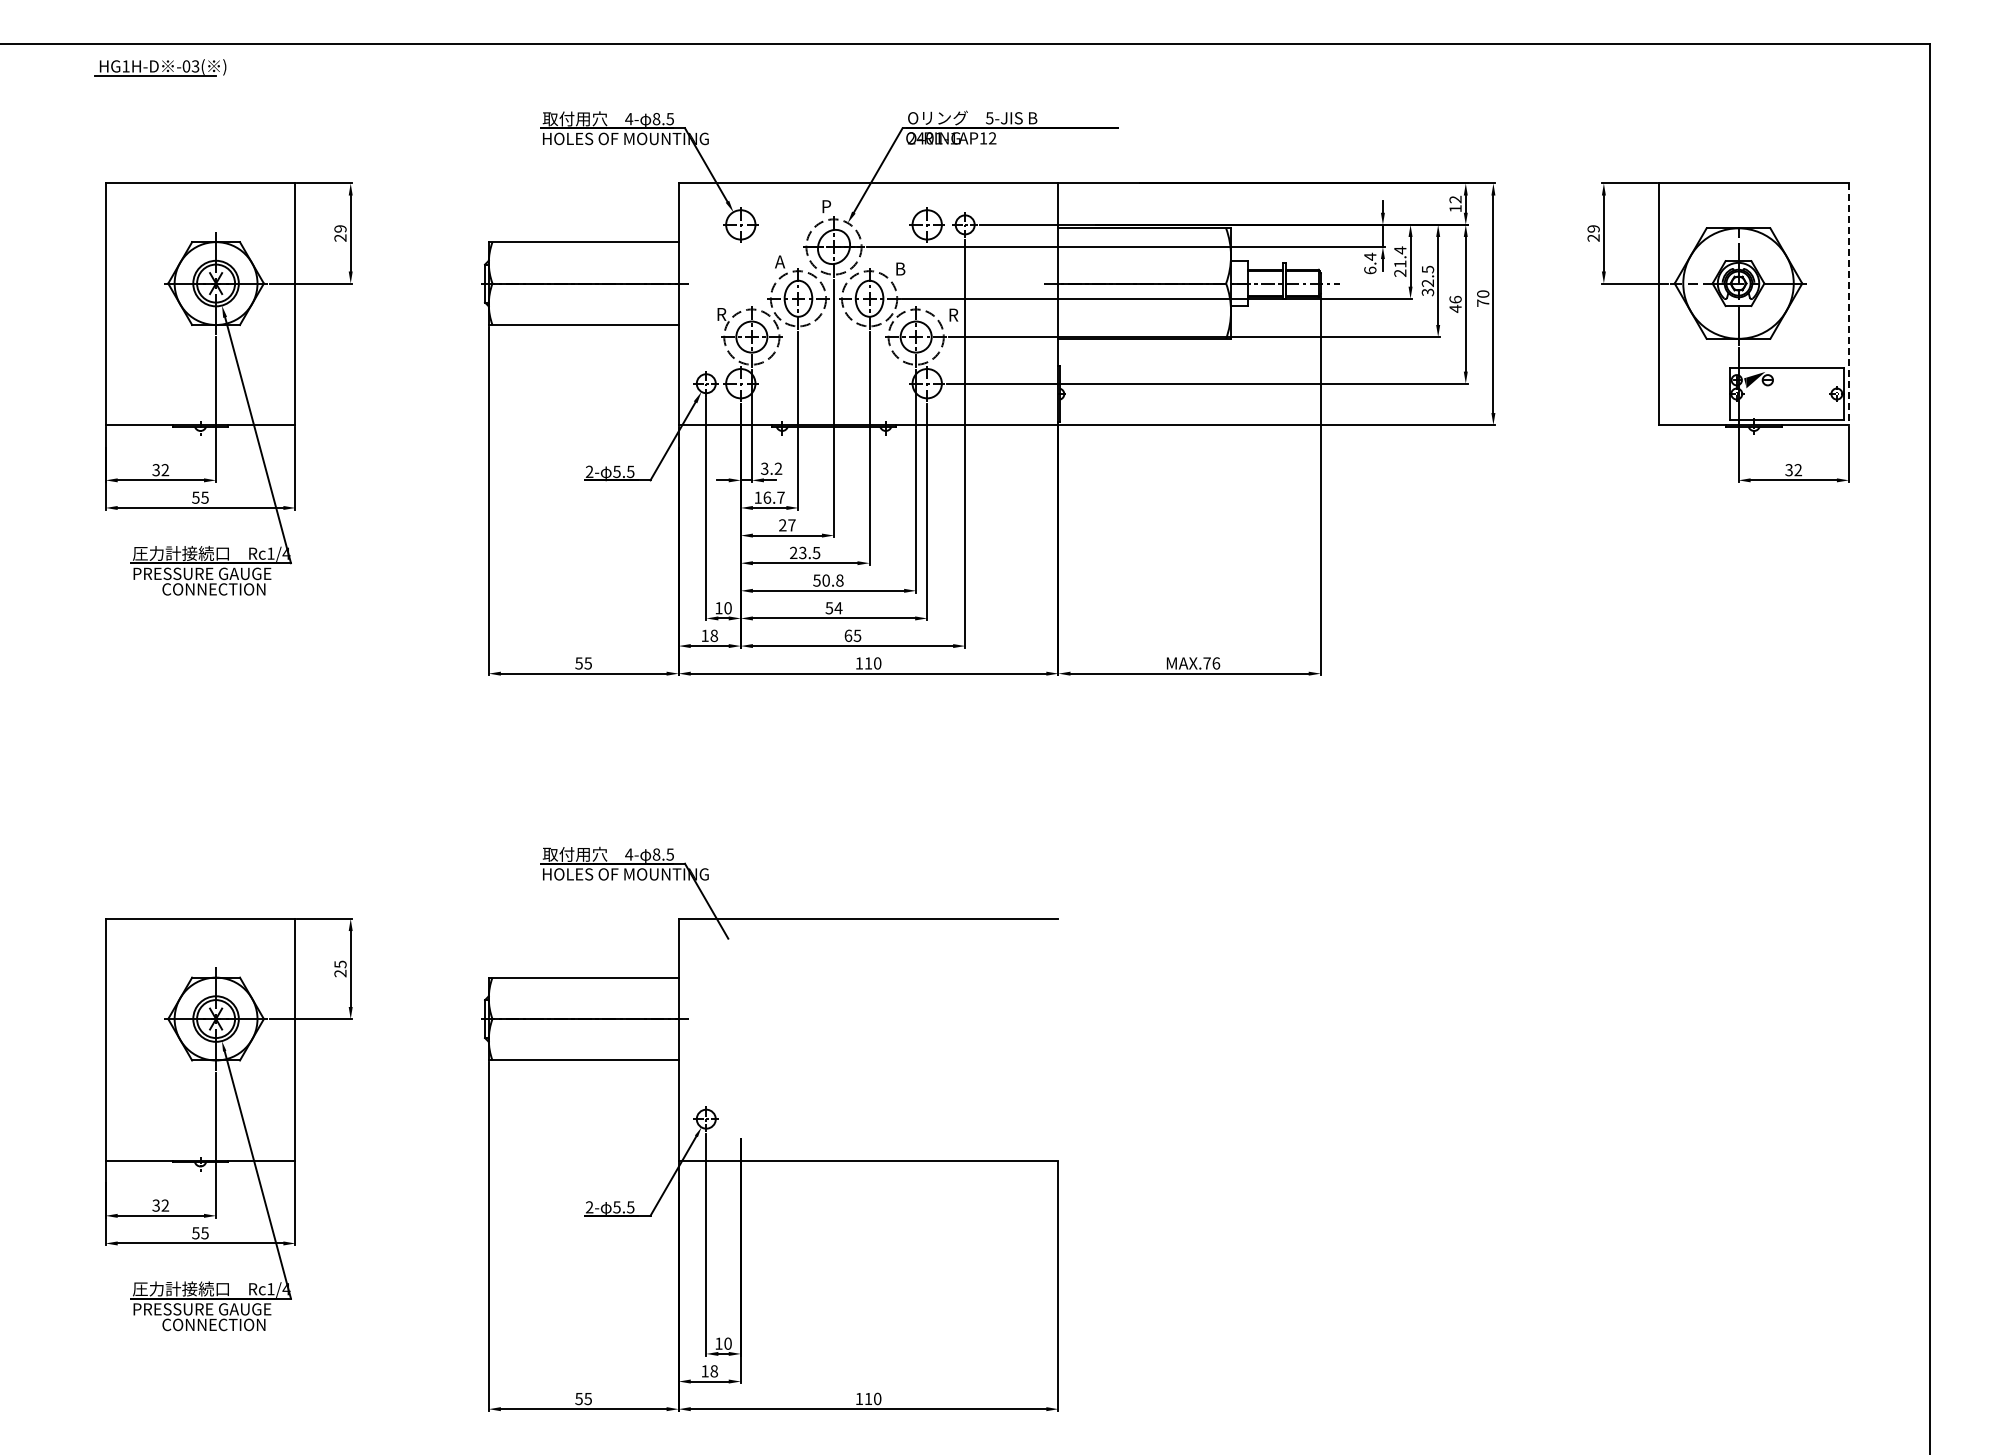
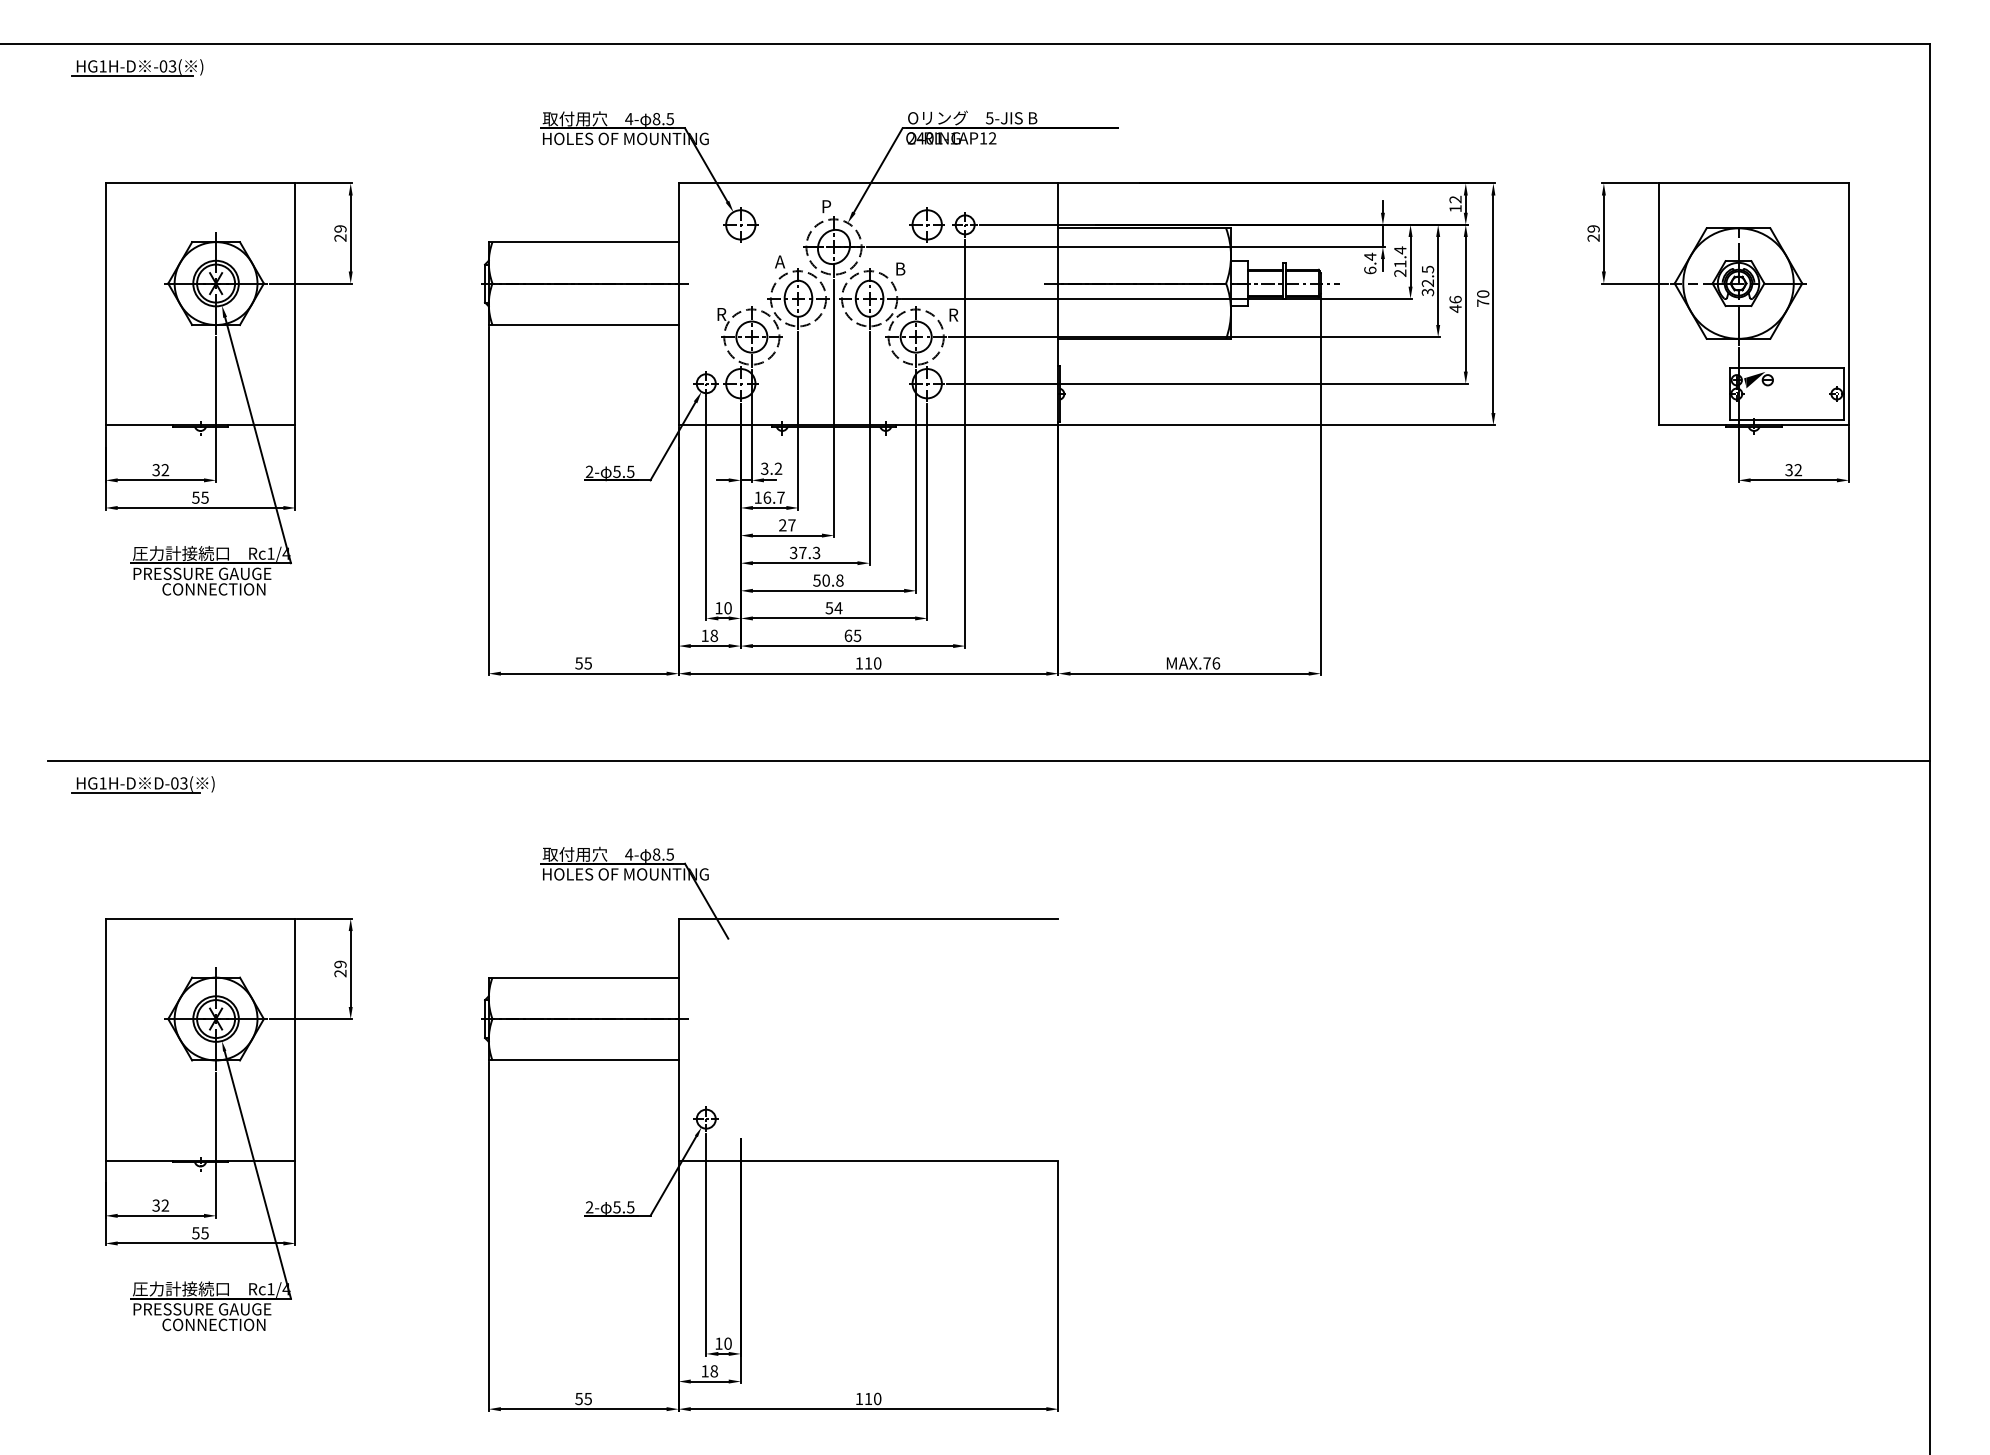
part at (160, 67) position: (160, 67) -> (137, 67)
line at (1848, 304): dashed -> solid
text at (804, 552): 23.5 -> 37.3
line at (988, 760): none -> present
part at (142, 784): none -> present
text at (340, 964): 25 -> 29
